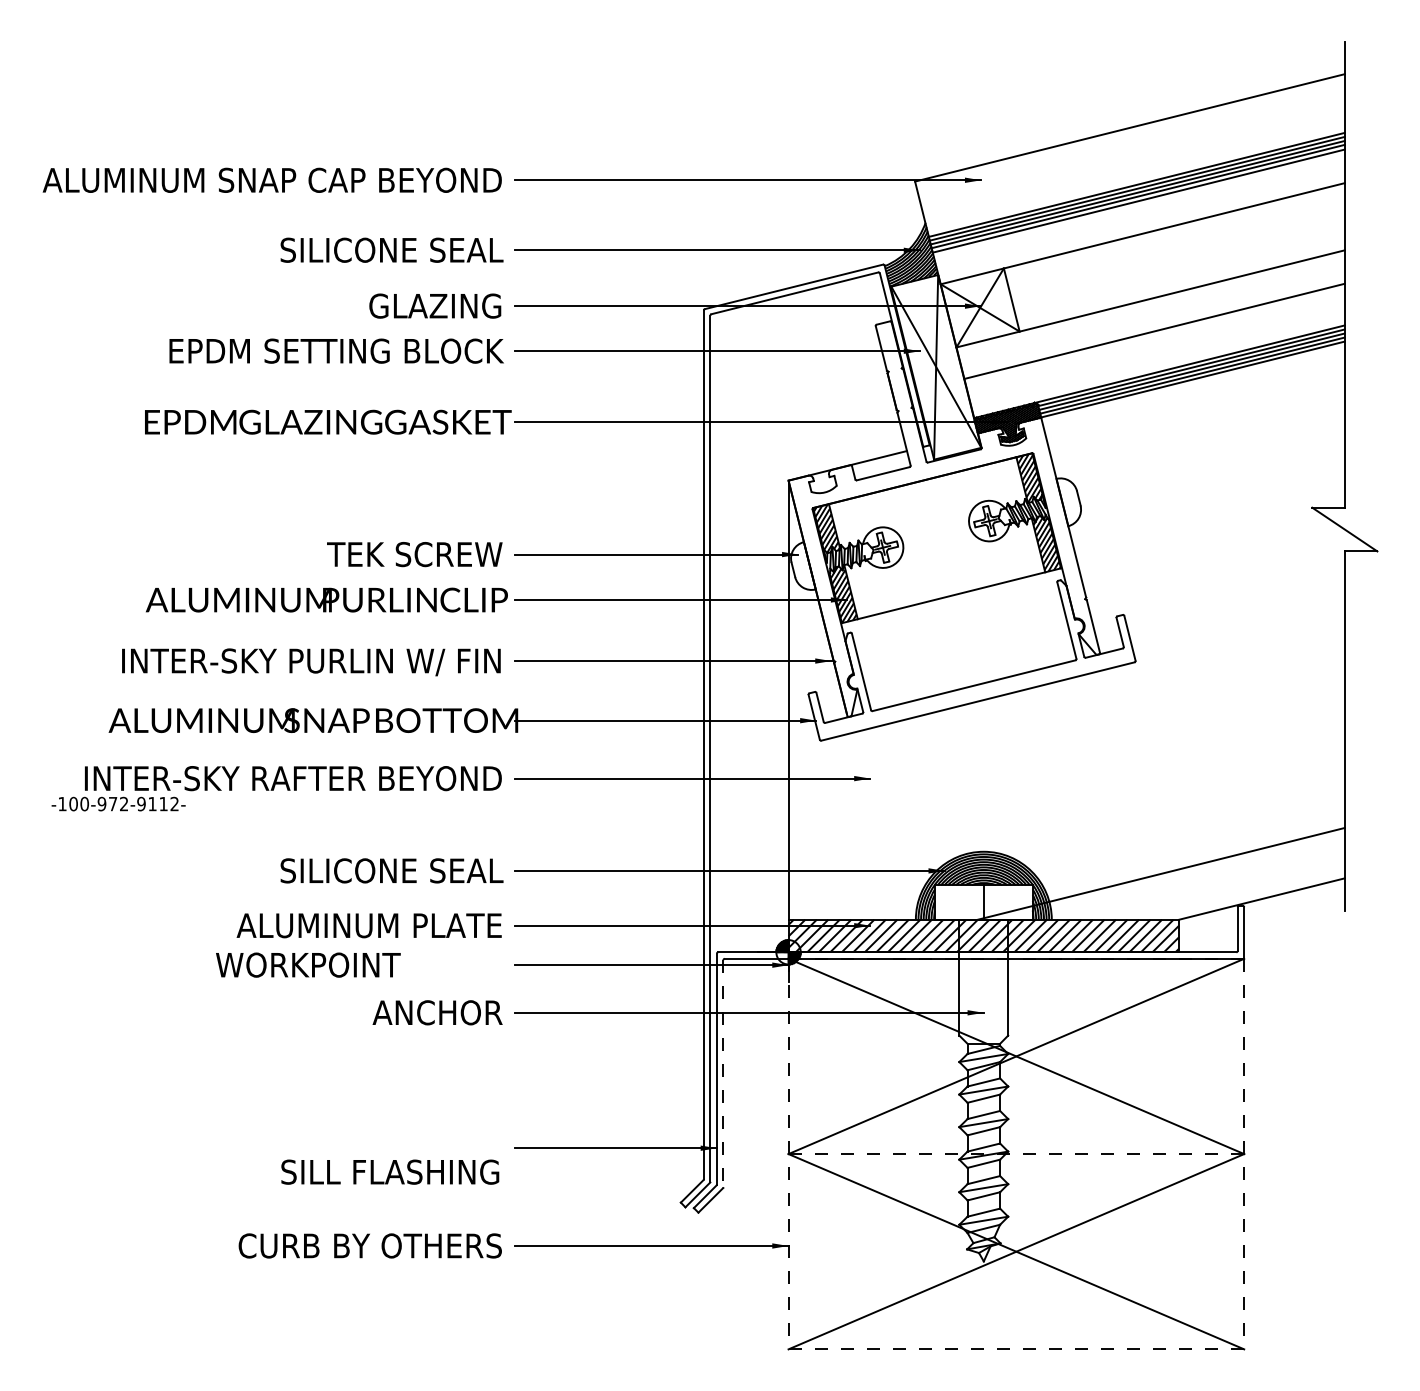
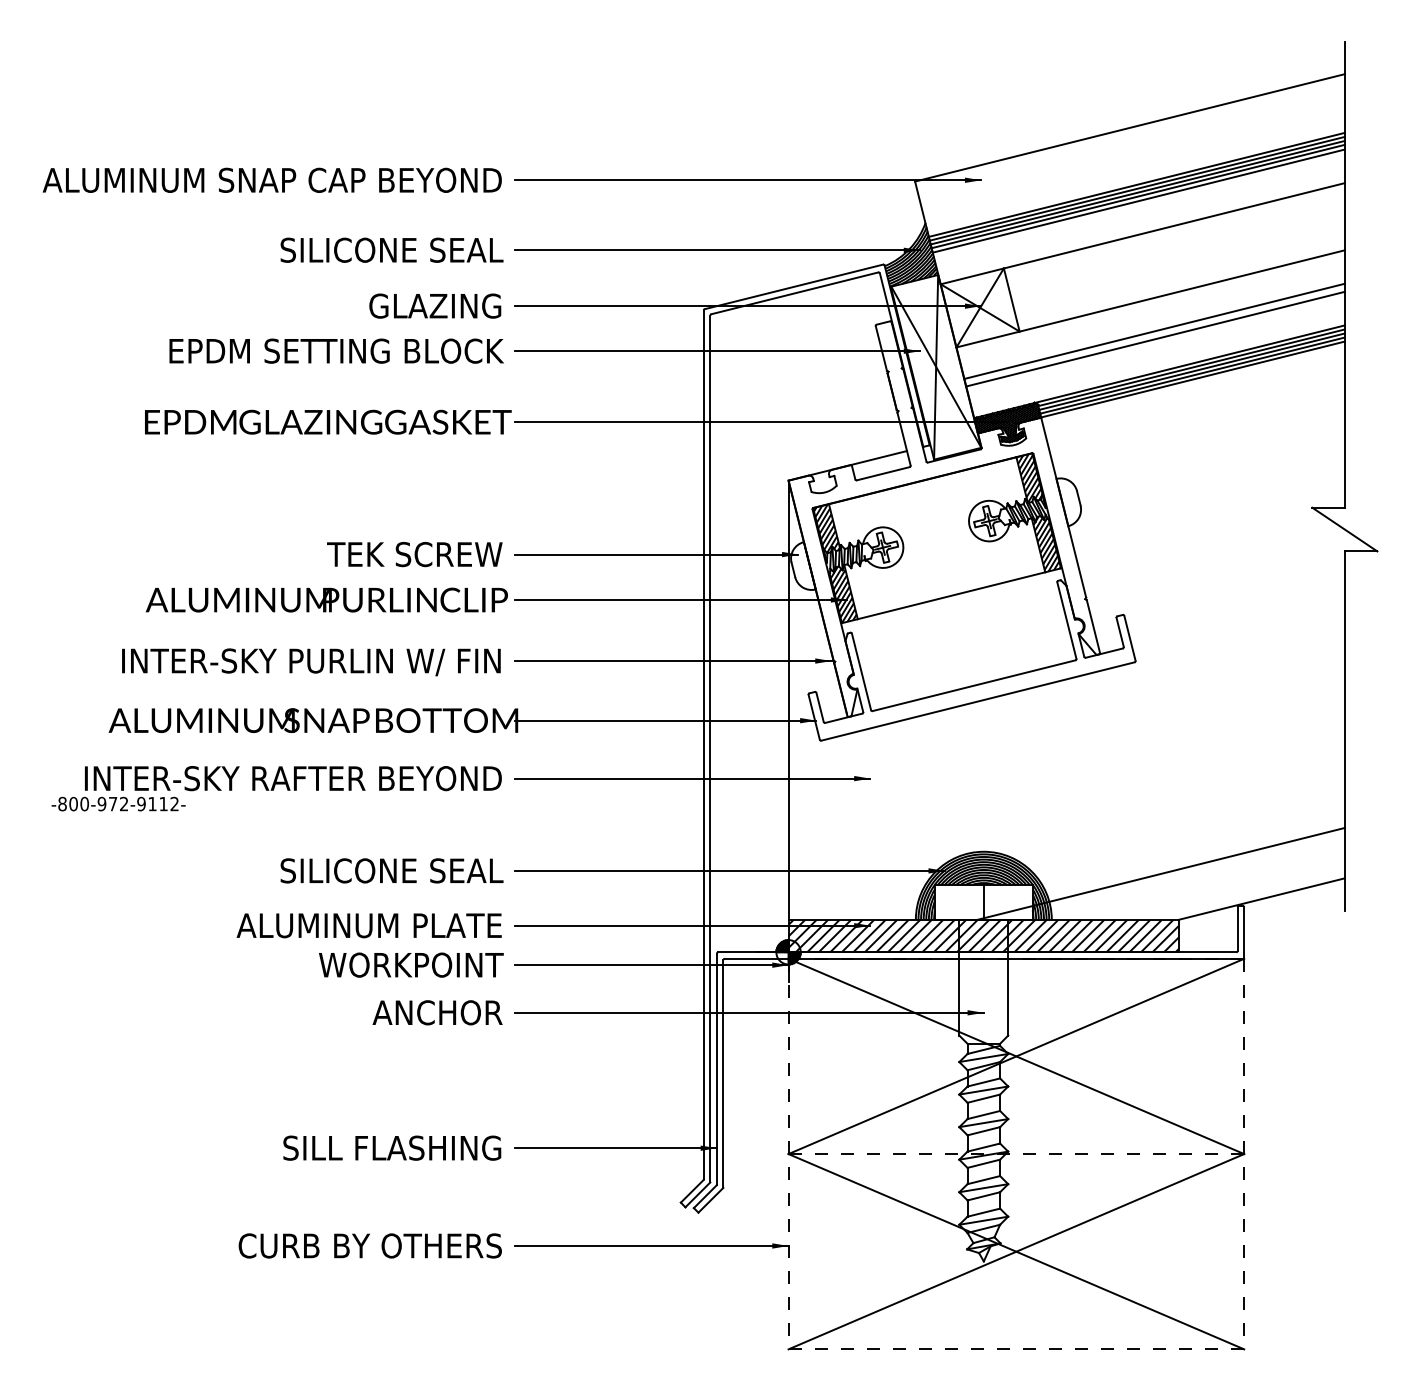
line at (1155, 338): none -> present
text at (62, 803): -100-972-9112- -> -800-972-9112-
text at (308, 964) position: (308, 964) -> (411, 964)
line at (723, 1073): dashed -> solid
text at (390, 1171) position: (390, 1171) -> (392, 1147)
